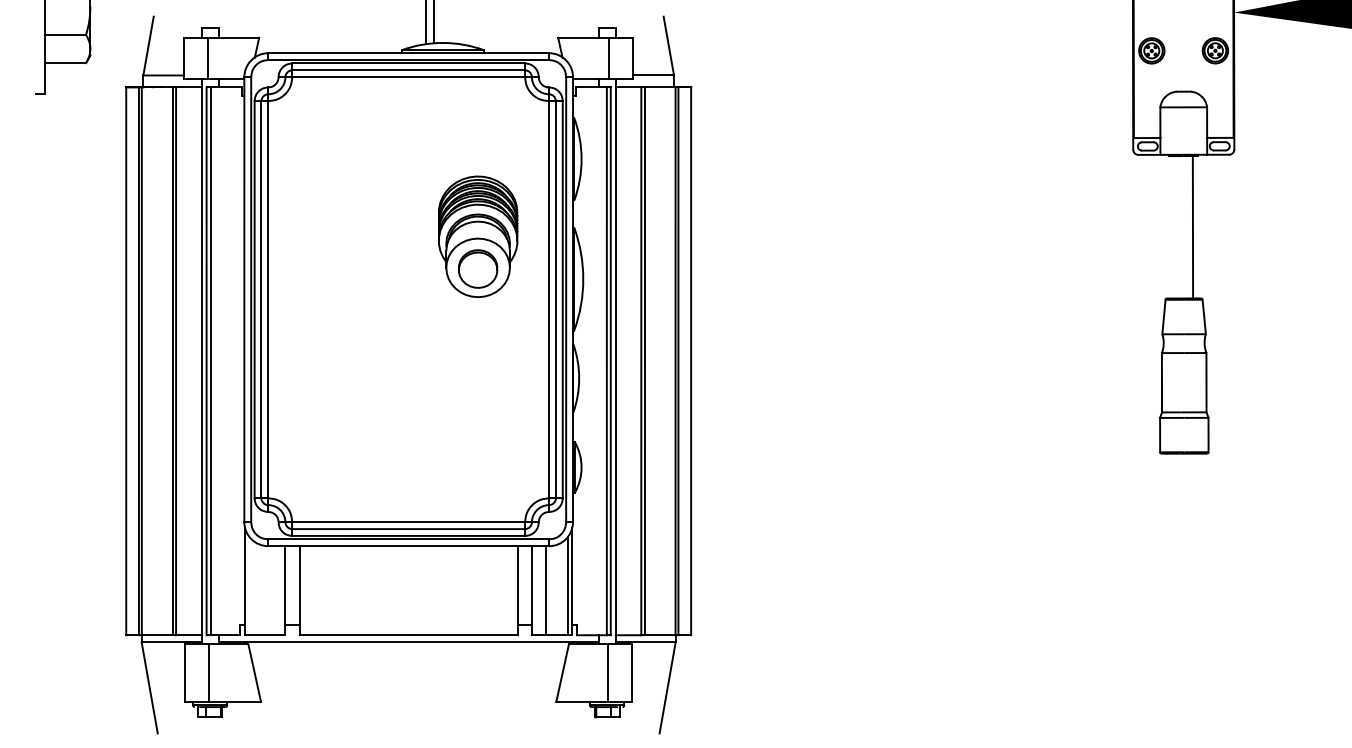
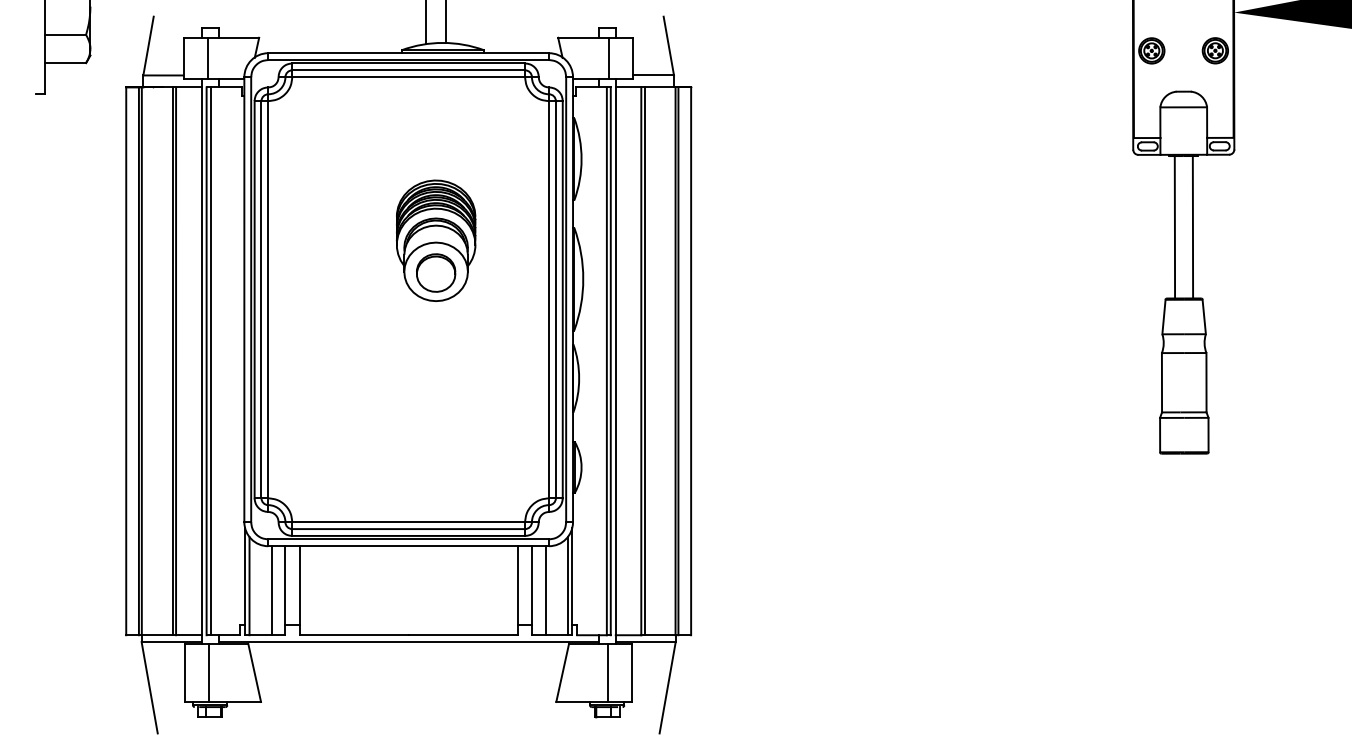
line at (434, 22) position: (434, 22) -> (446, 22)
line at (1174, 227): none -> present
part at (478, 236) position: (478, 236) -> (436, 240)
line at (249, 586): none -> present
line at (271, 590): none -> present
